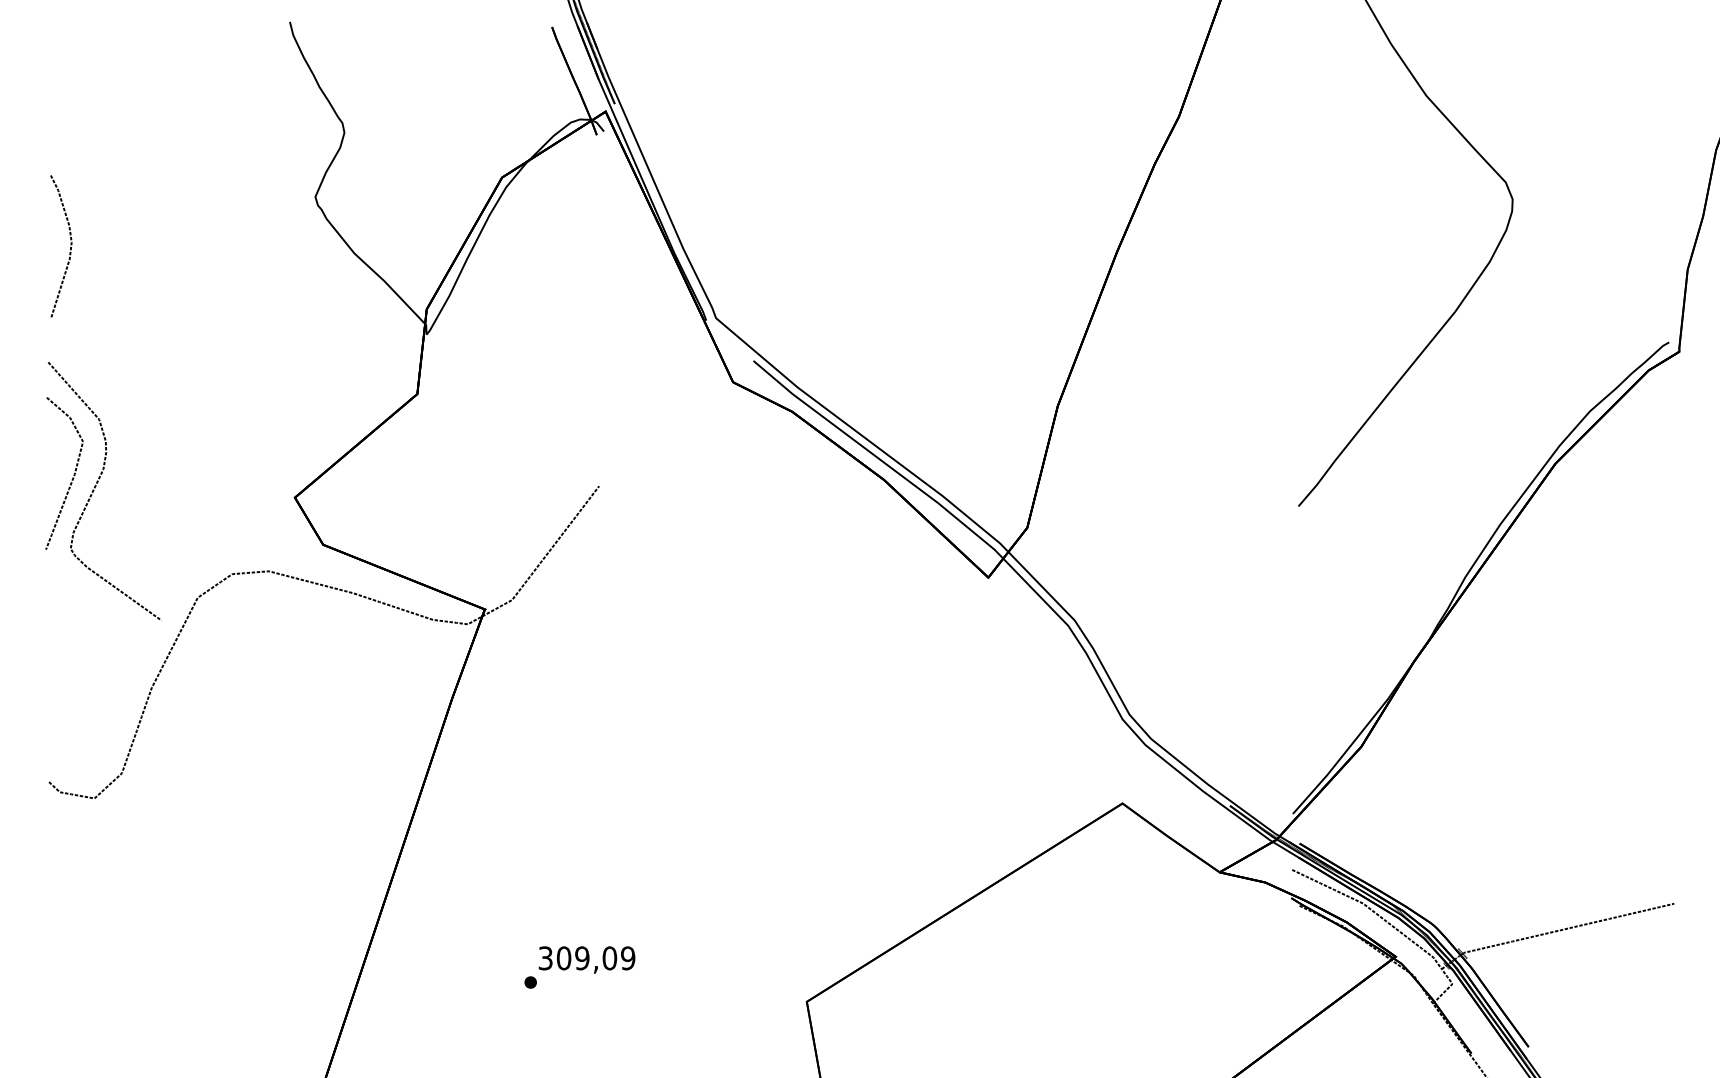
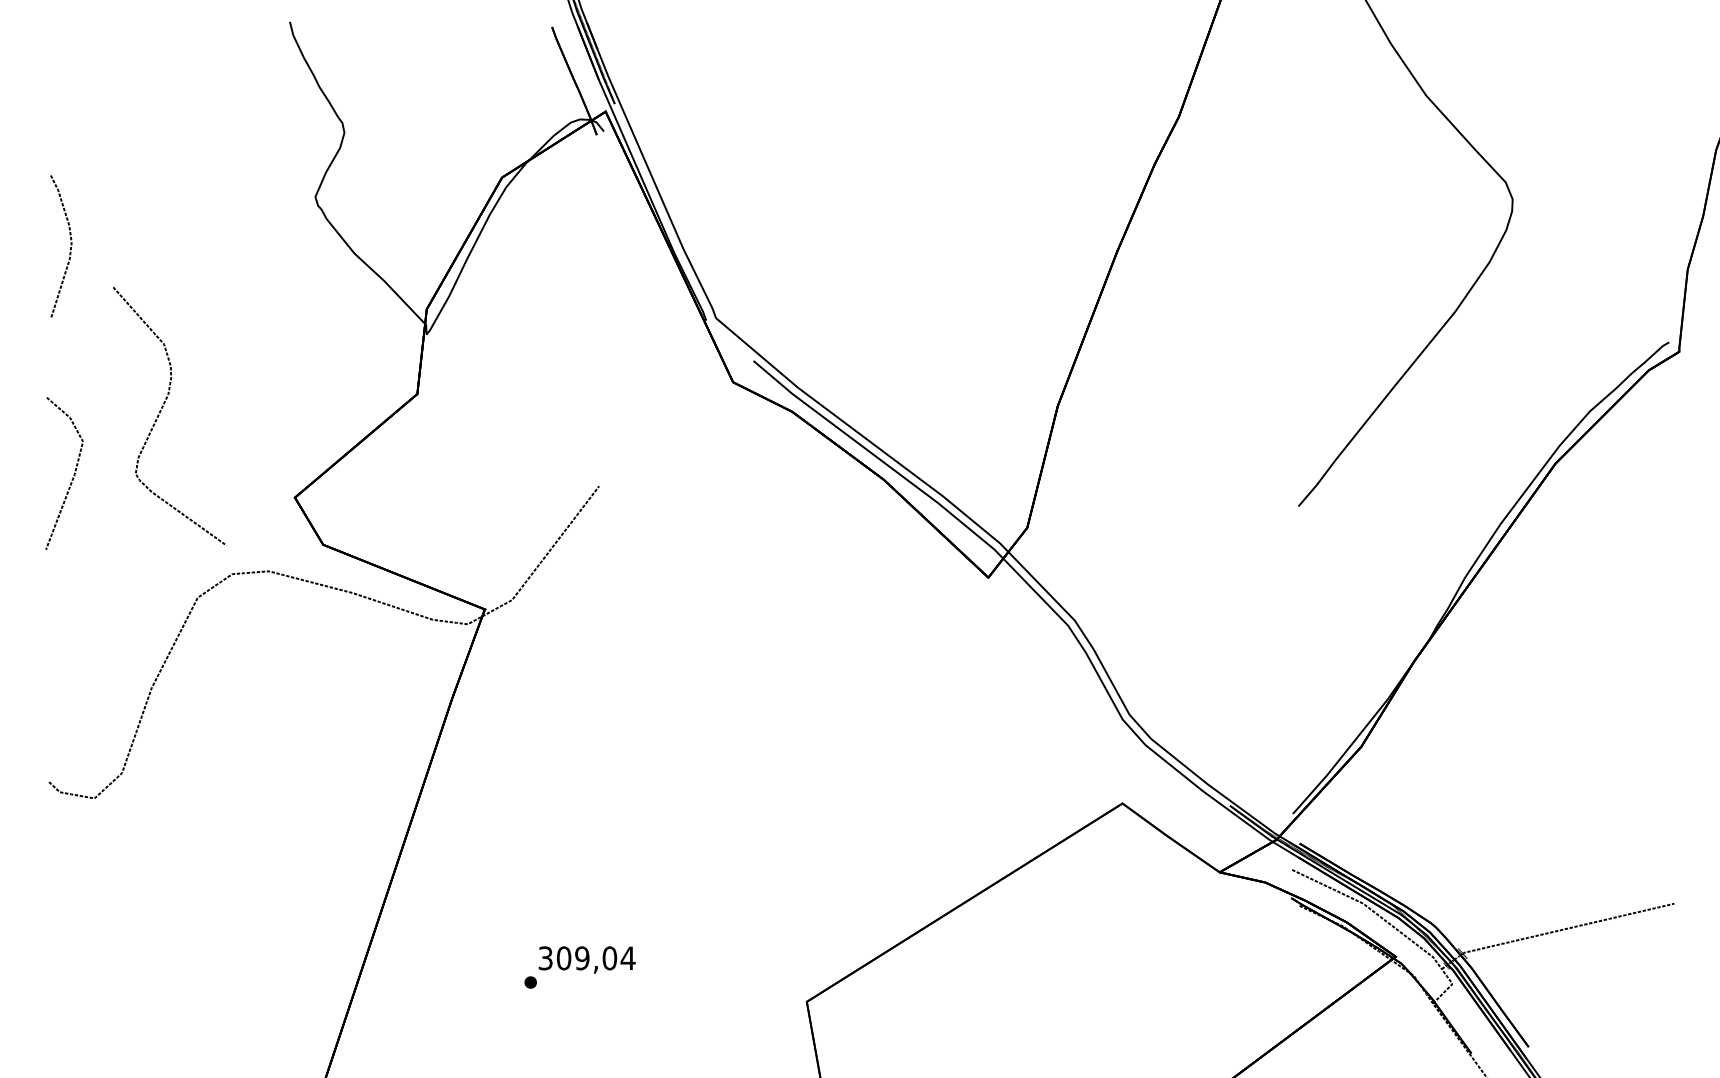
curve at (96, 486) position: (96, 486) -> (161, 411)
text at (627, 958): 309,09 -> 309,04
